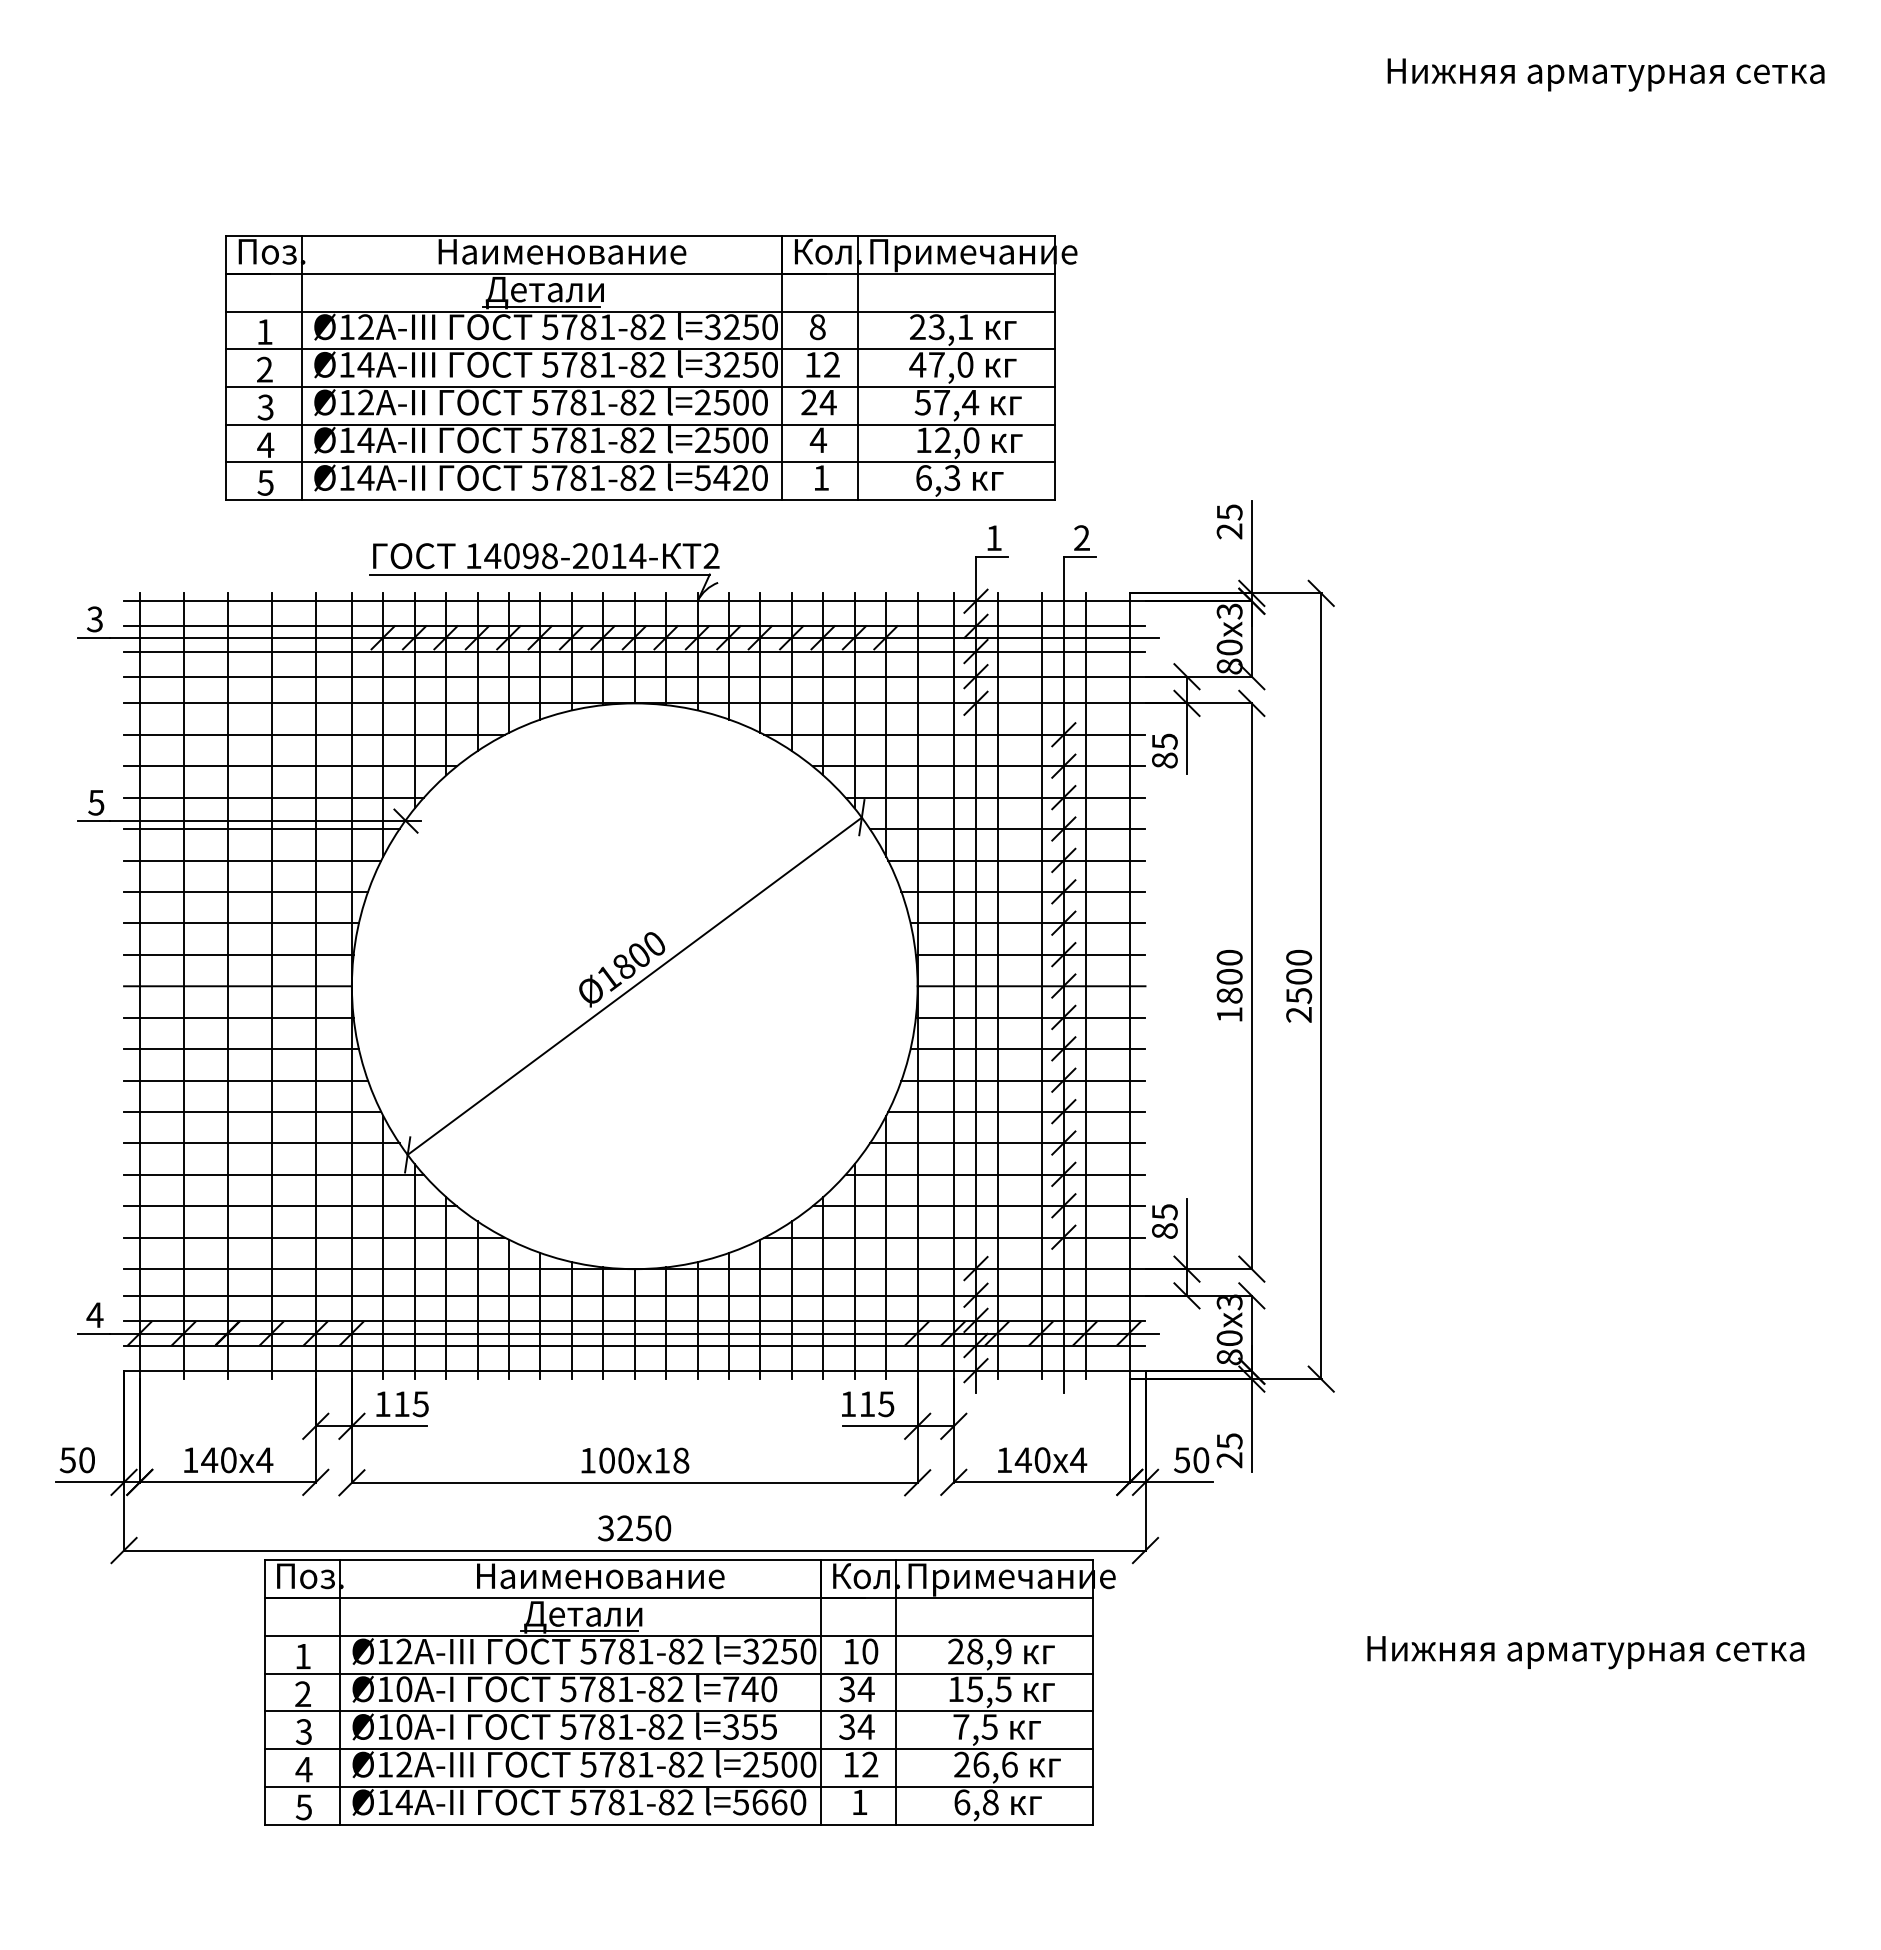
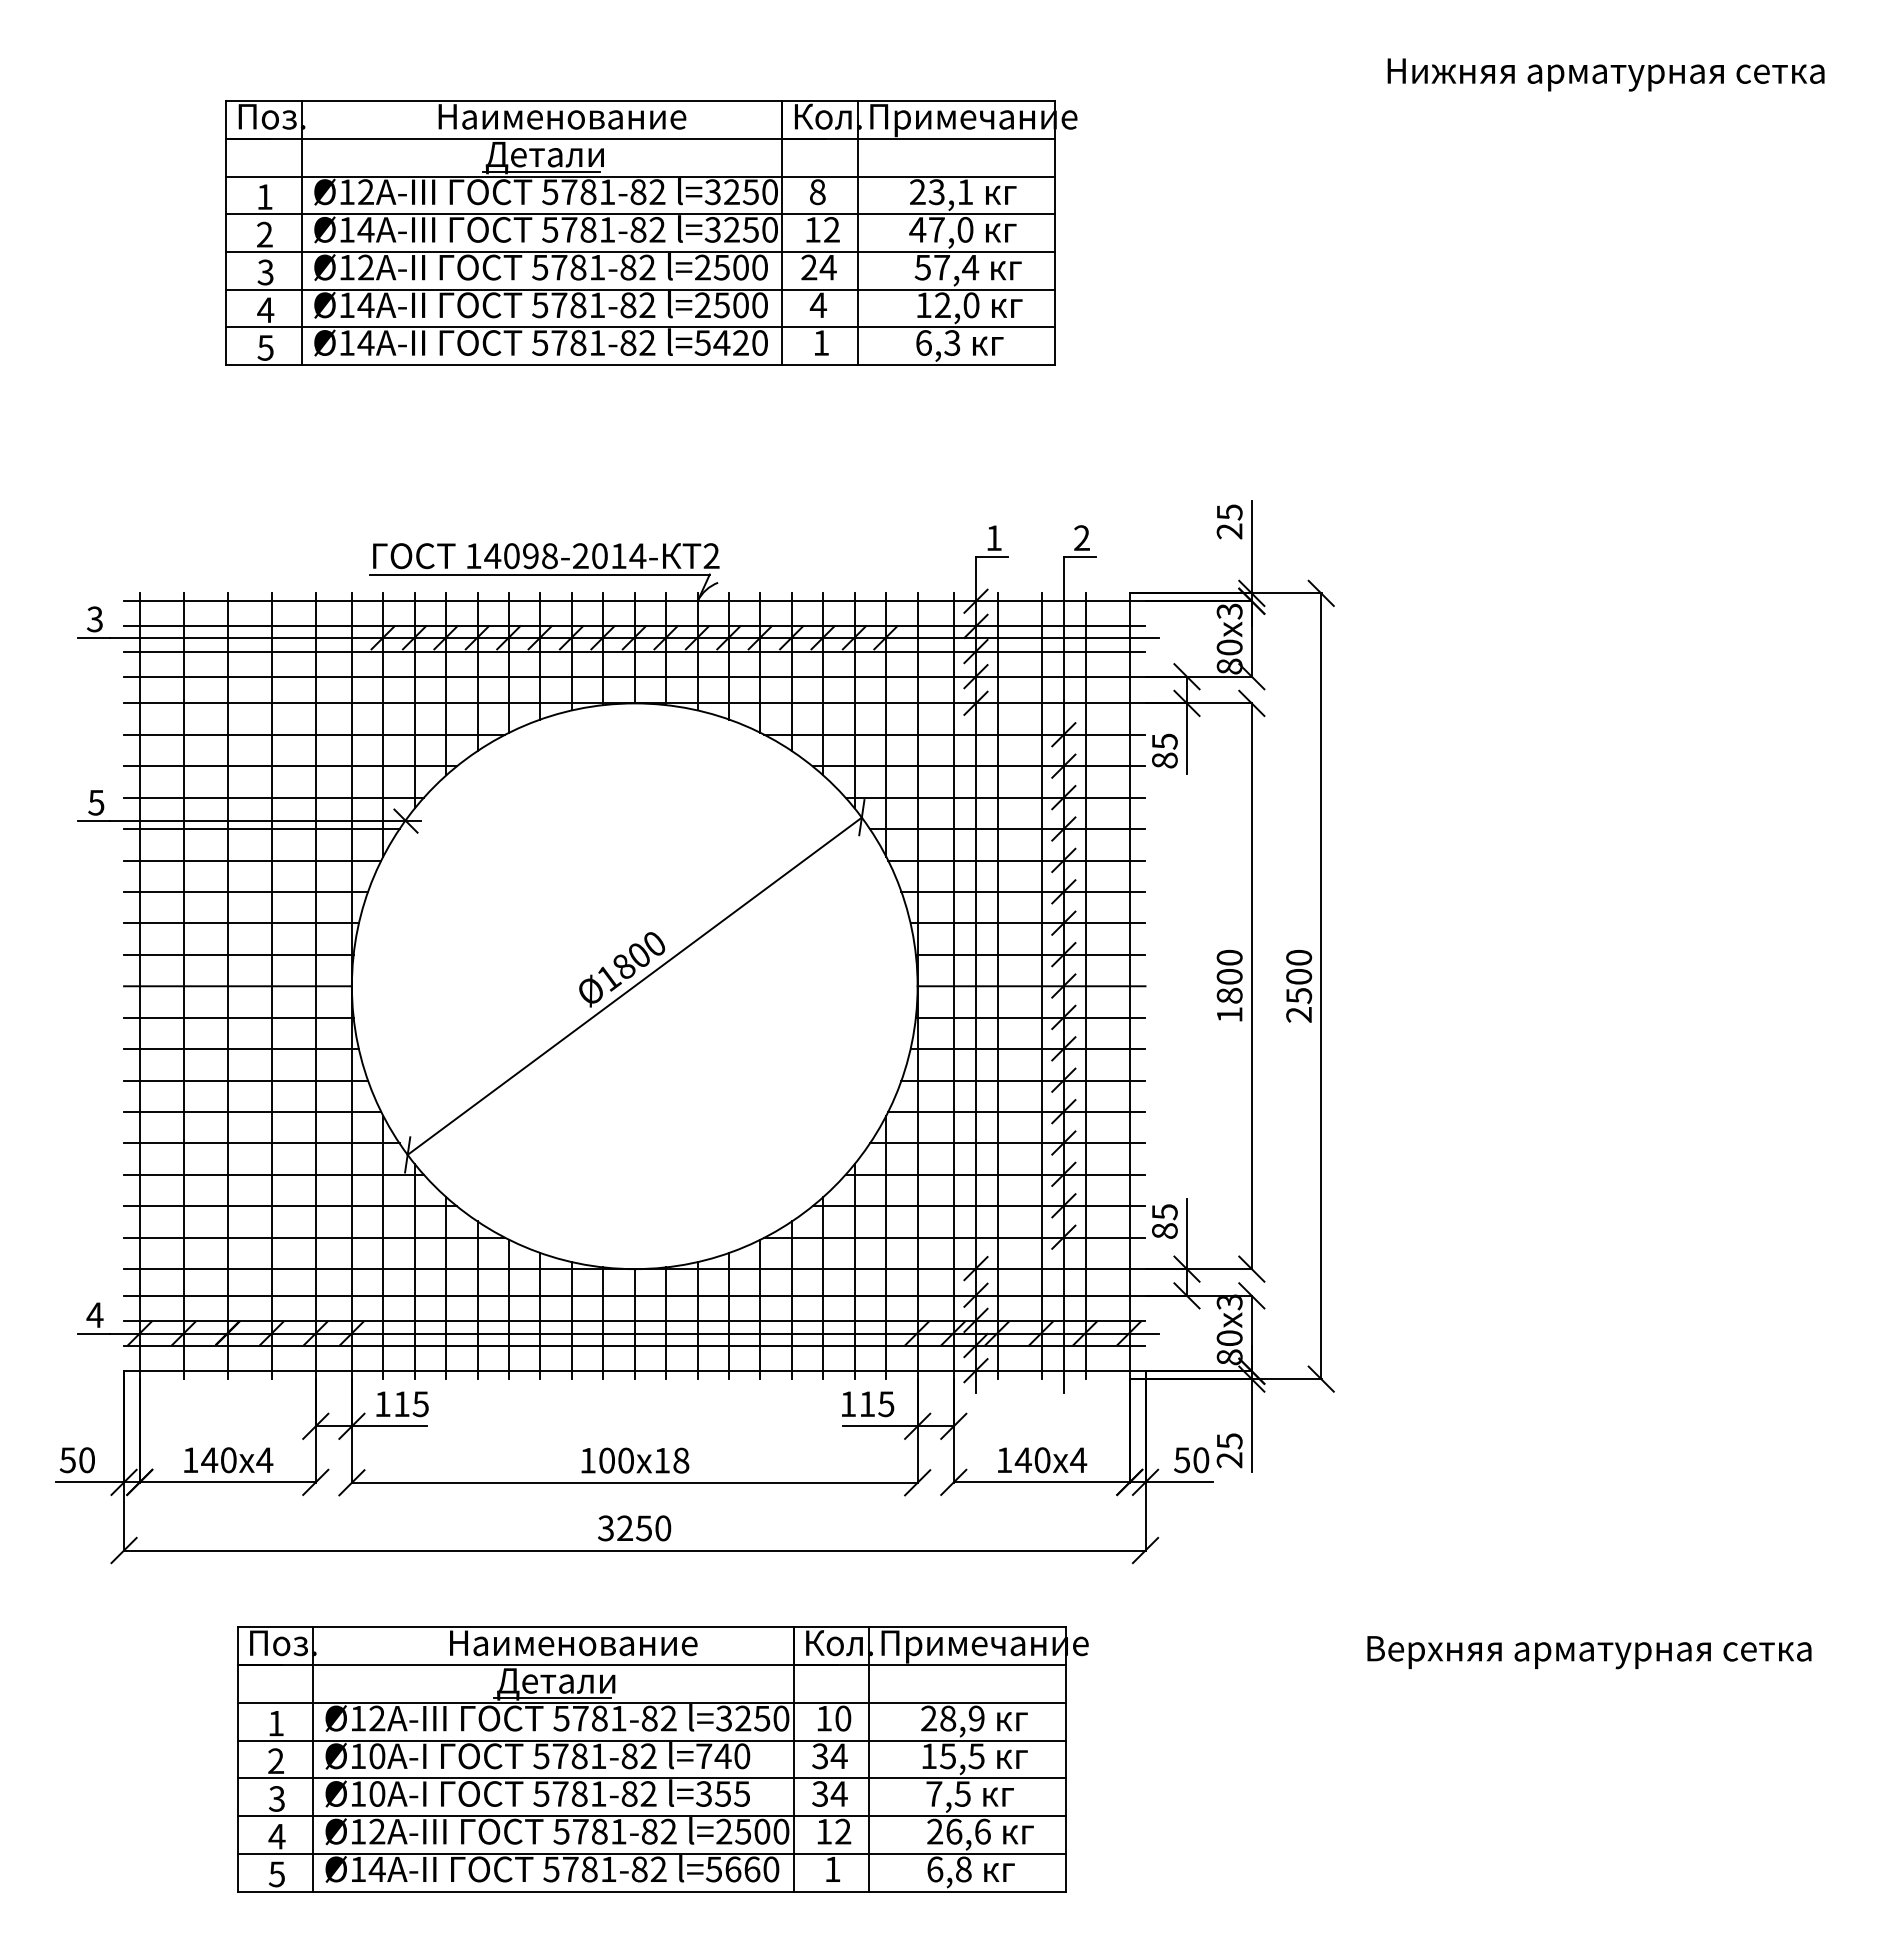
part at (651, 367) position: (651, 367) -> (651, 232)
text at (1590, 1652): Нижняя арматурная сетка -> Верхняя арматурная сетка
part at (689, 1692) position: (689, 1692) -> (662, 1759)
